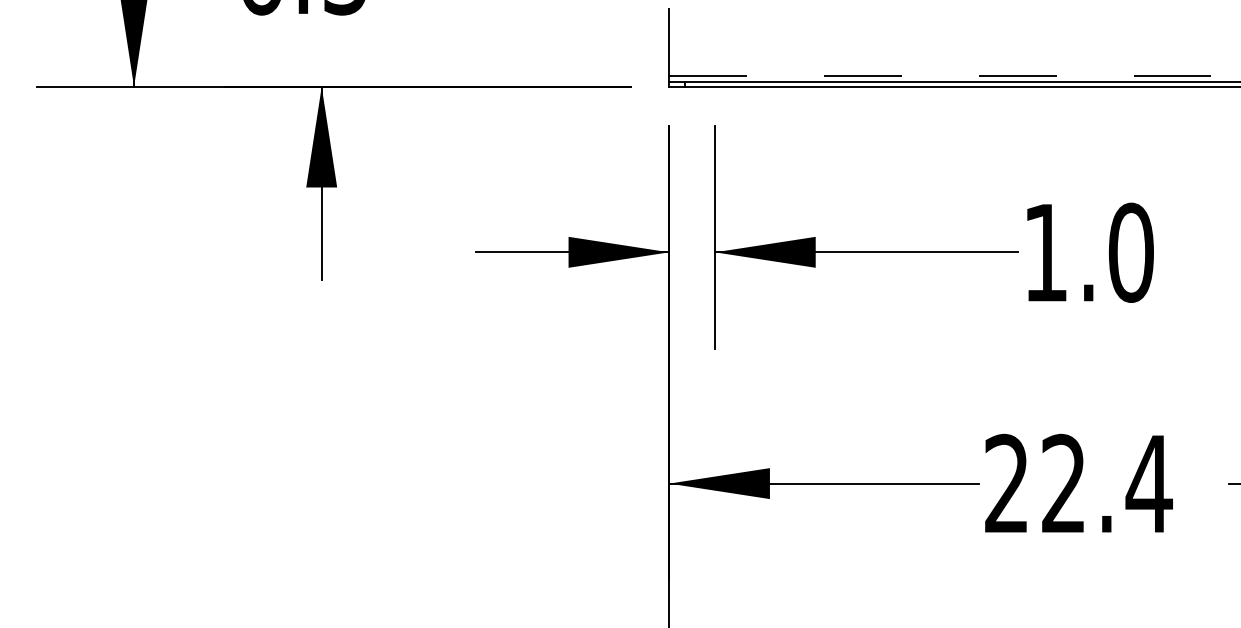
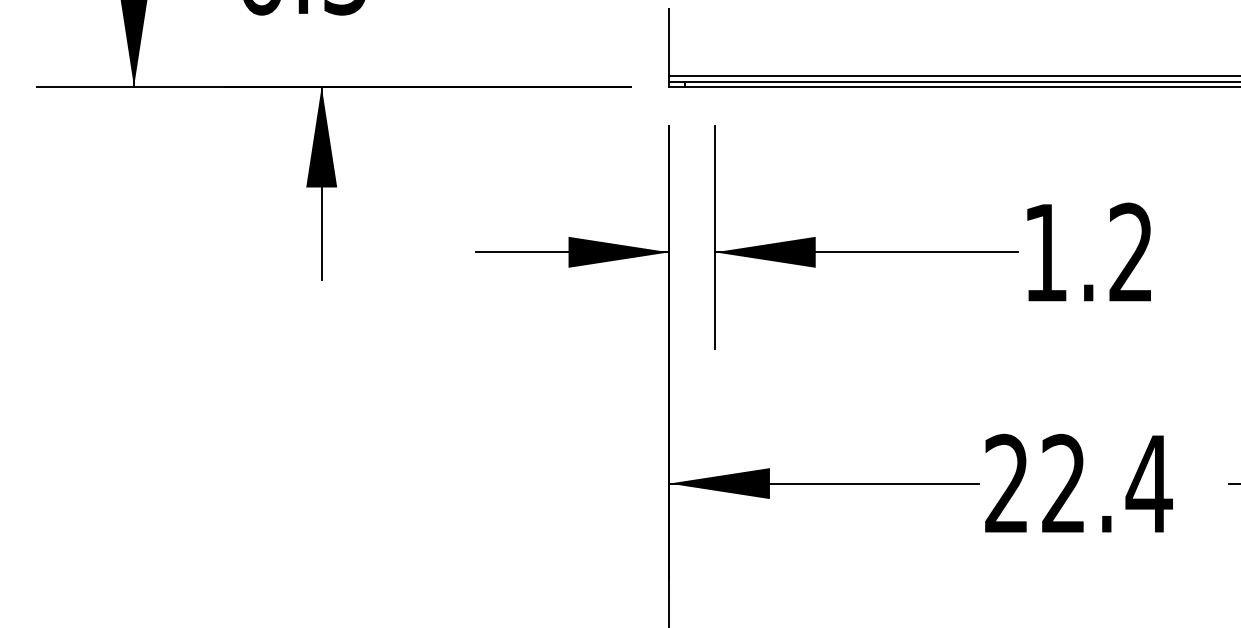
line at (955, 76): dashed -> solid
text at (1130, 252): 1.0 -> 1.2
